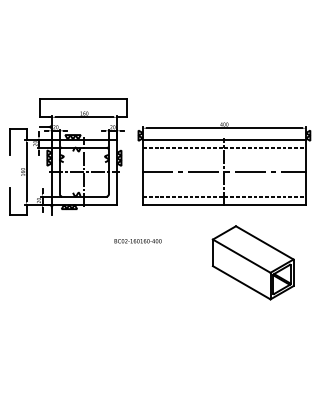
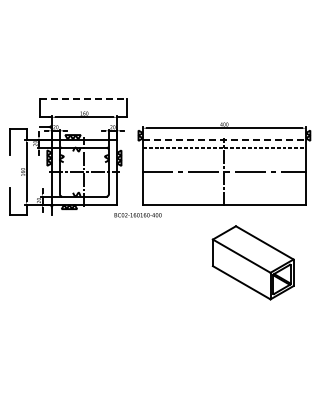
line at (83, 98): solid -> dashed
line at (224, 139): solid -> dashed
line at (224, 196): present -> none
text at (137, 241) position: (137, 241) -> (137, 215)
